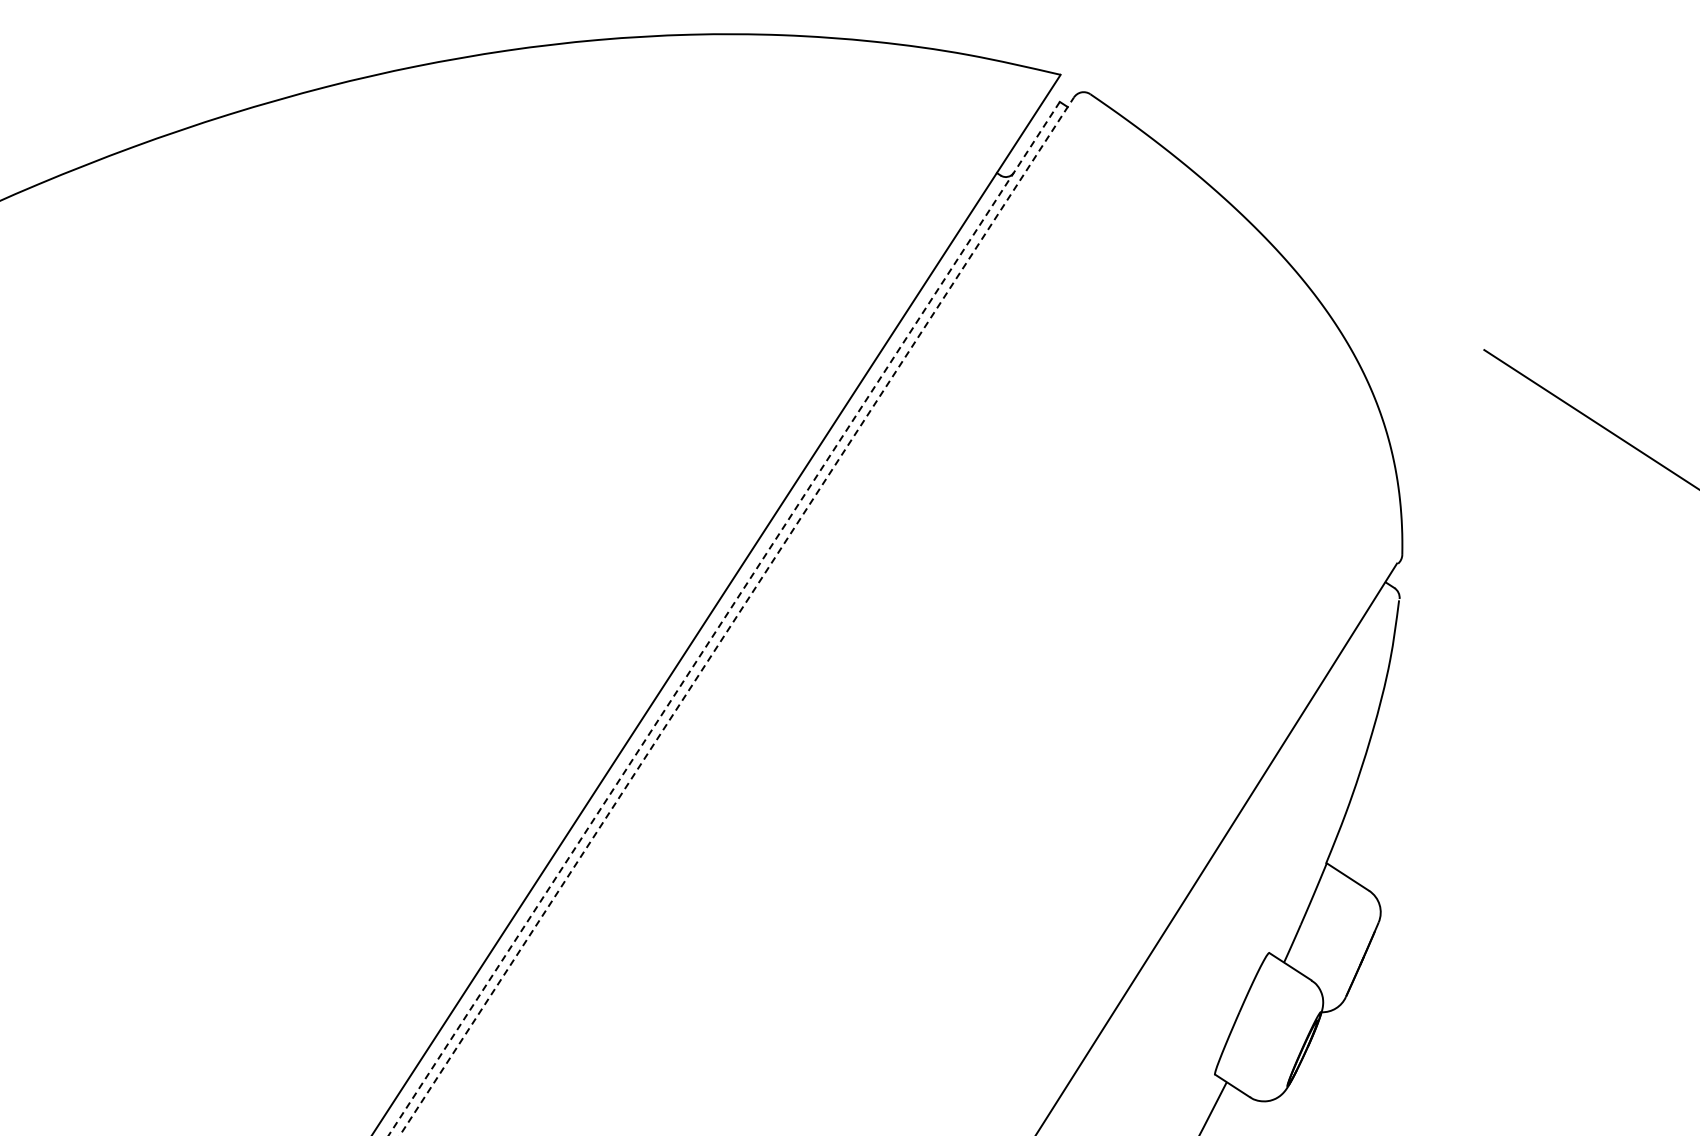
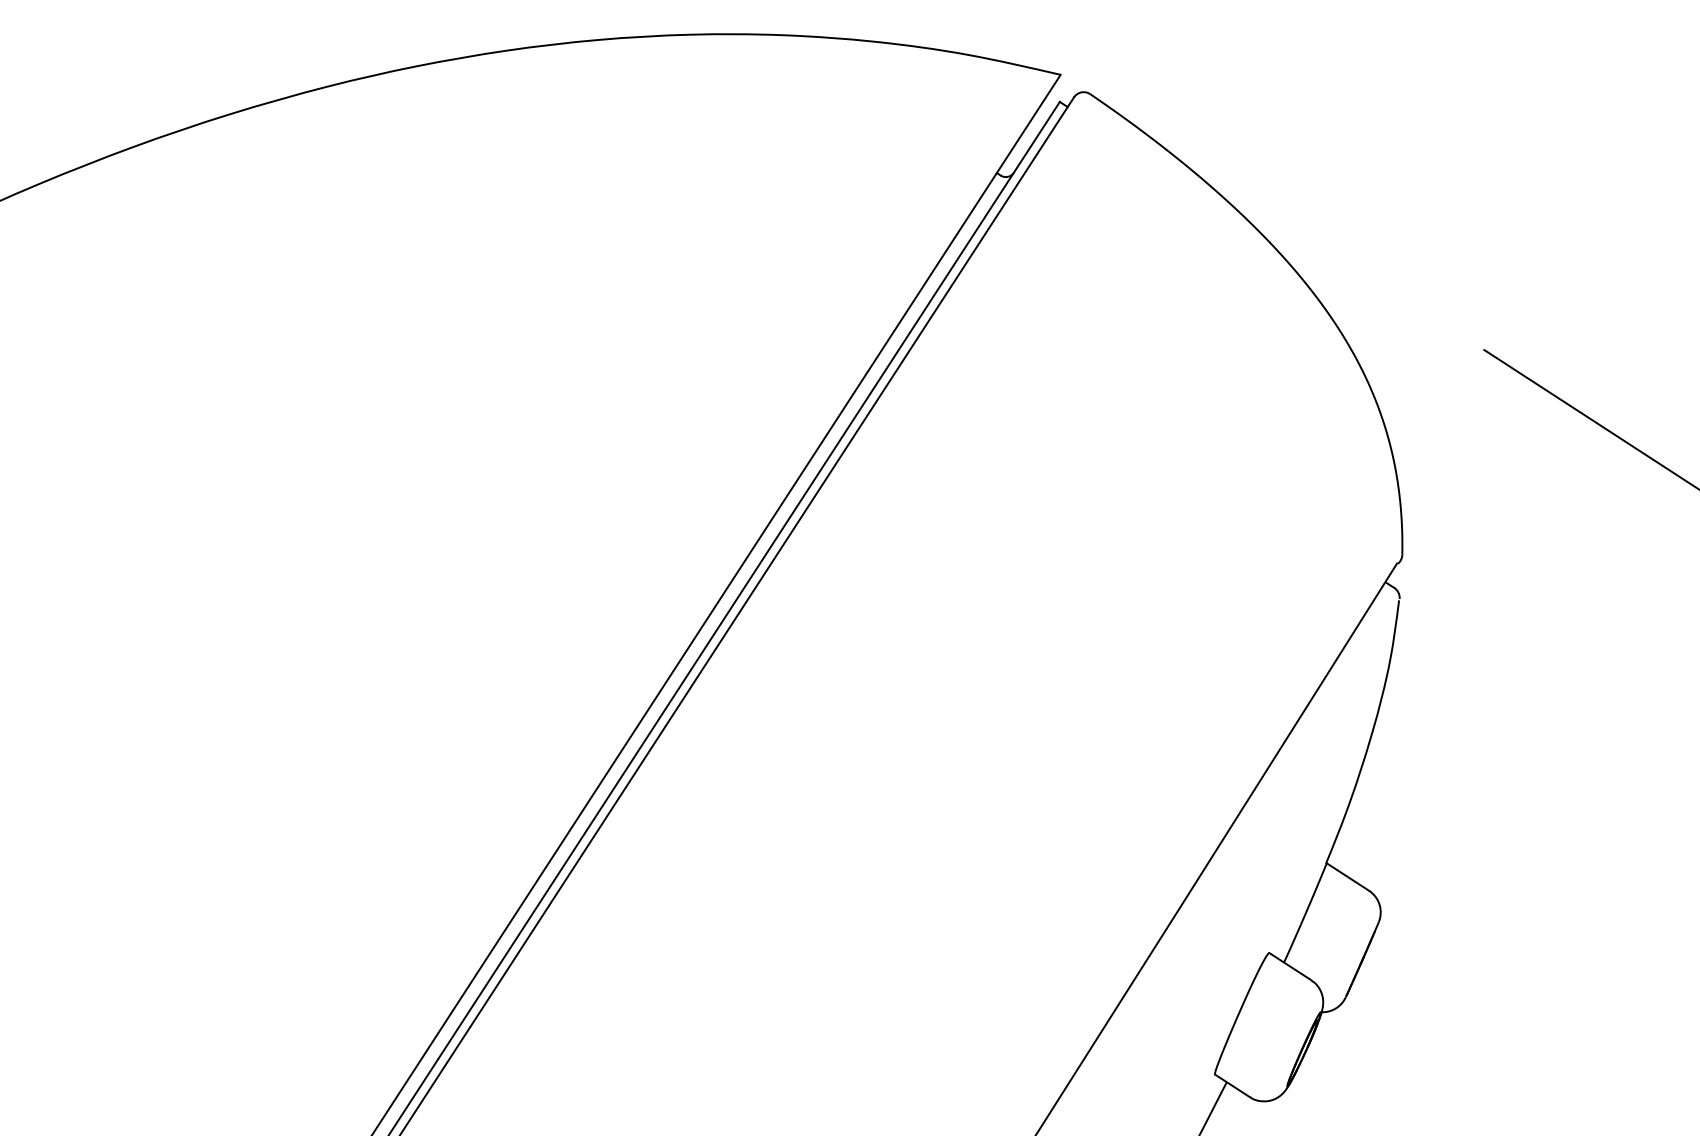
line at (736, 616): dashed -> solid
line at (723, 619): dashed -> solid
